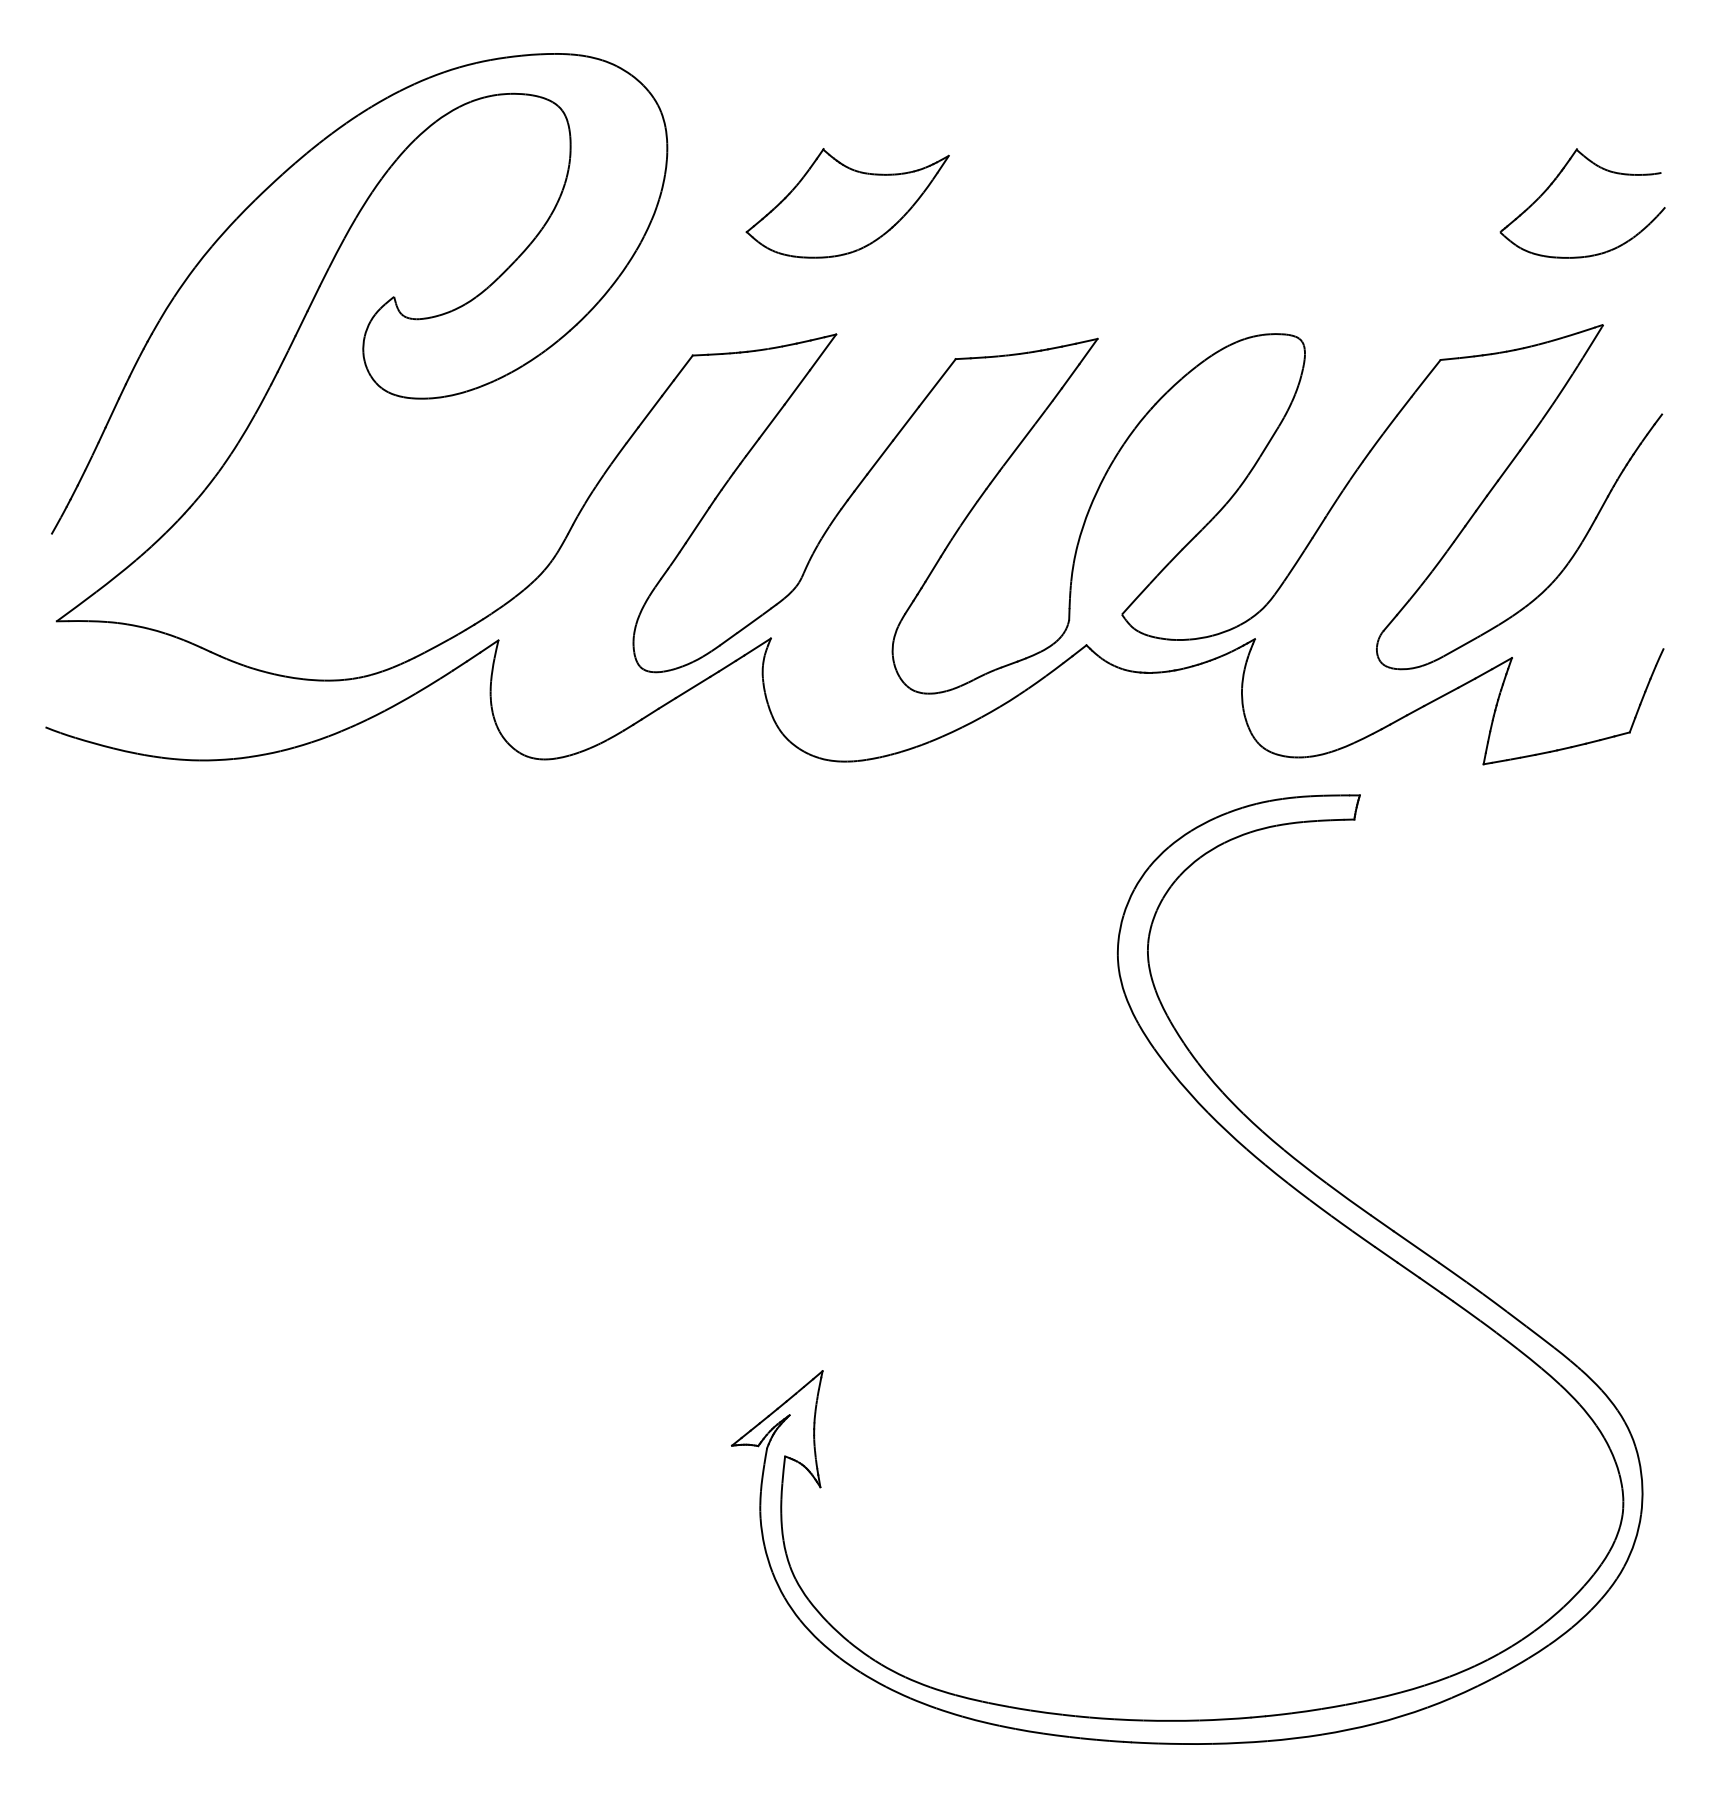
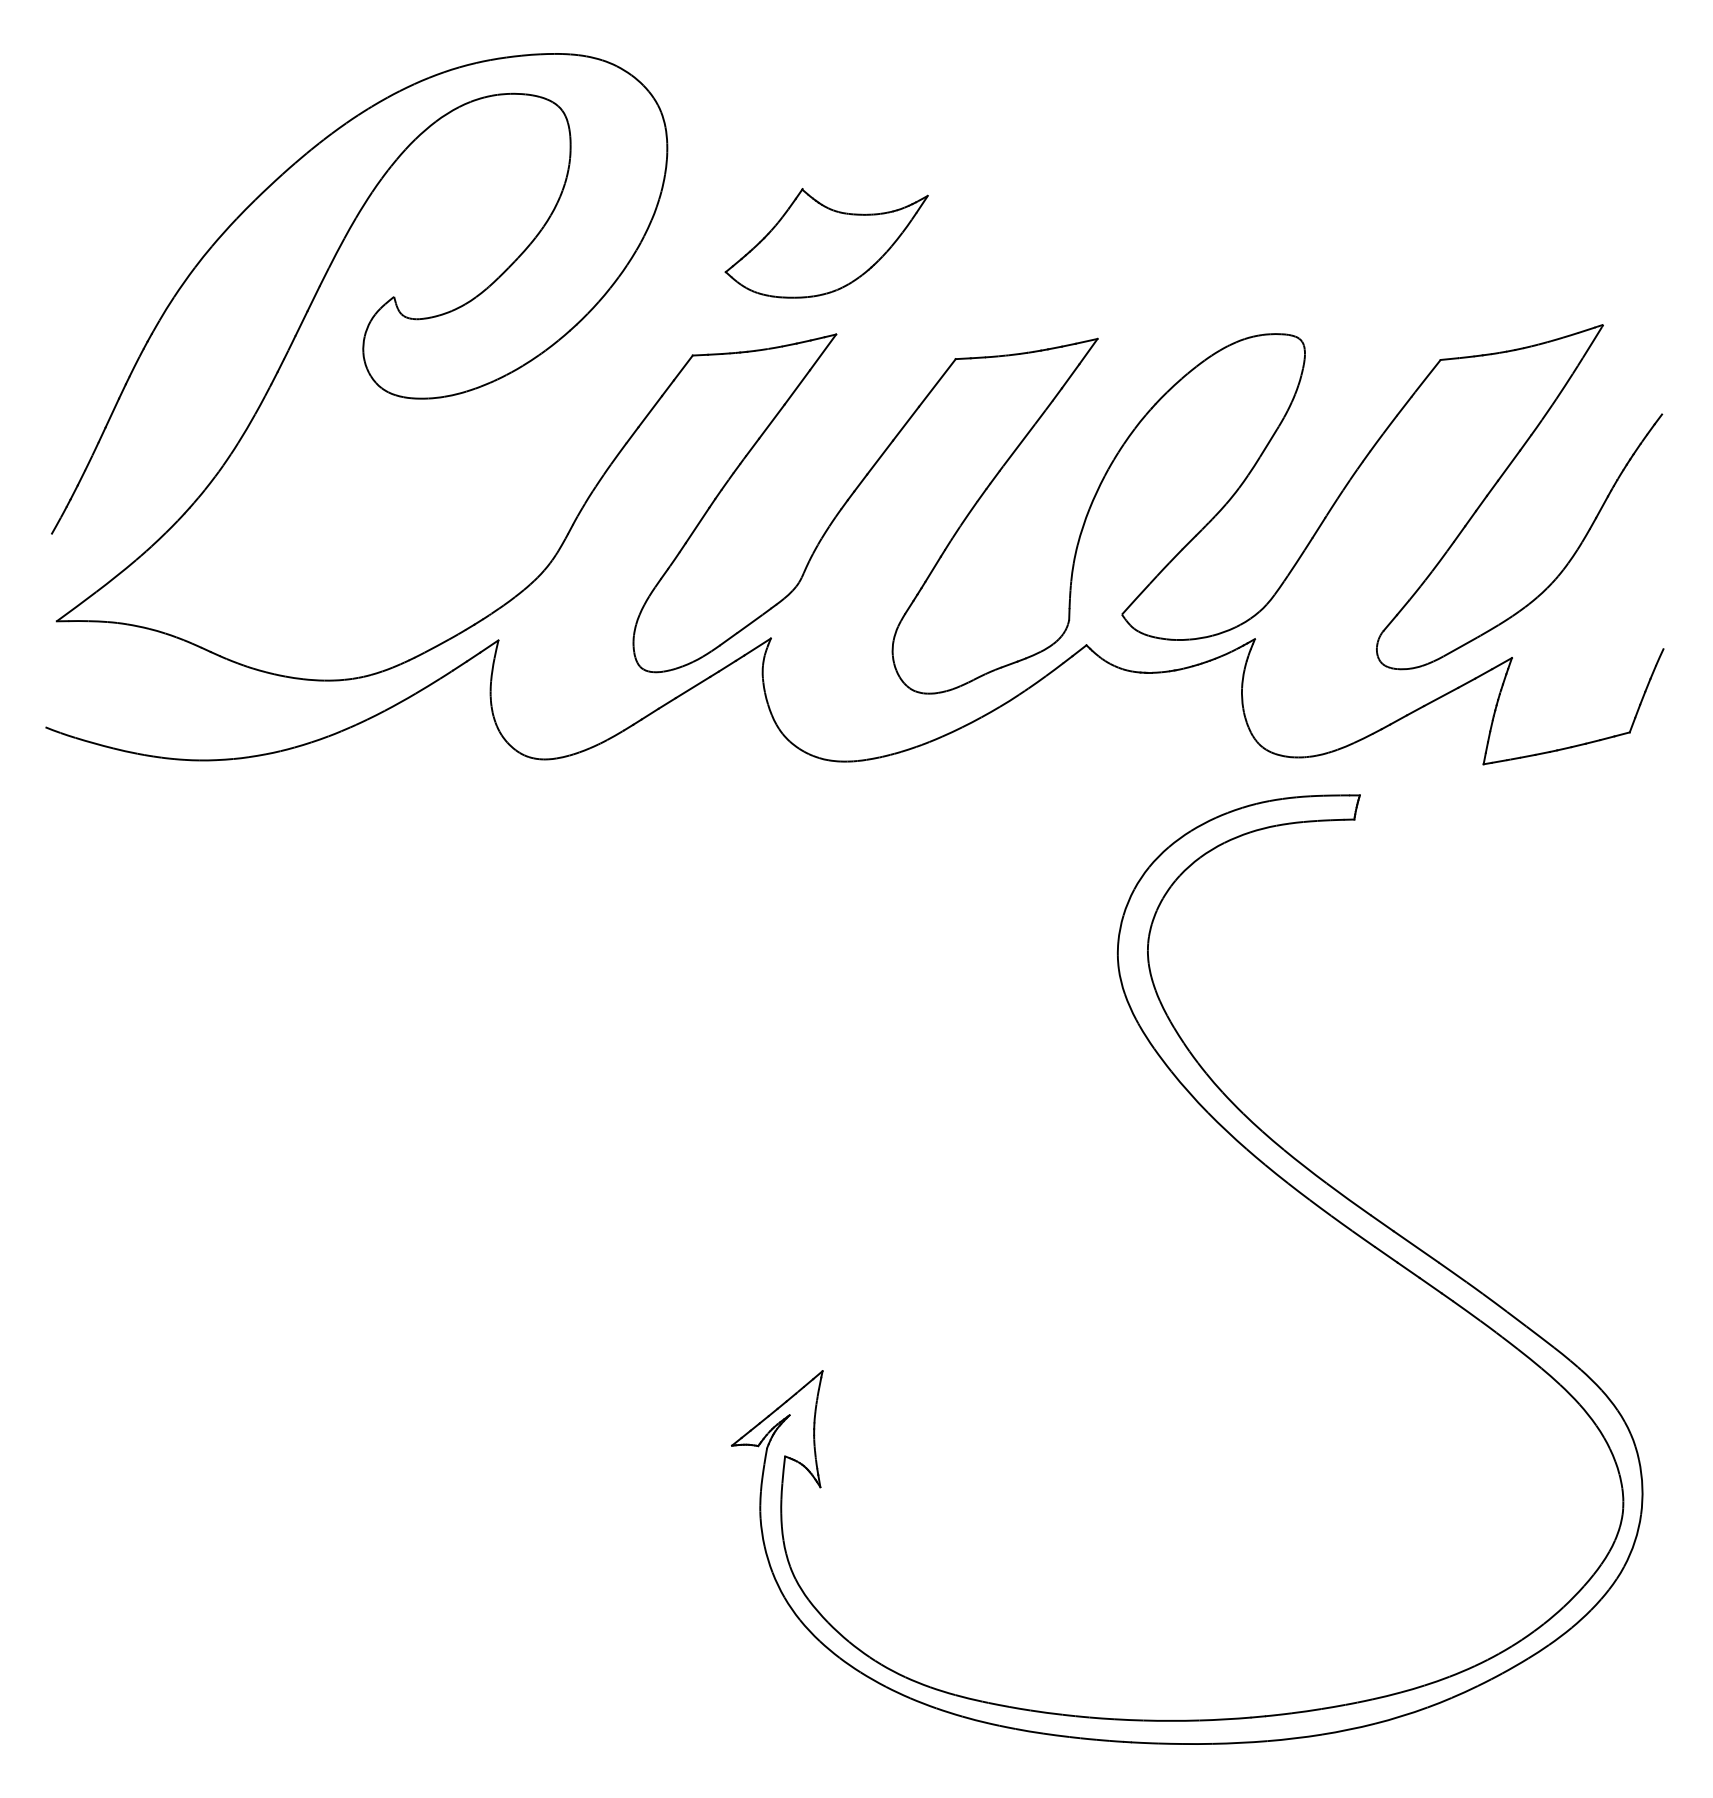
part at (1553, 183): present -> none
part at (847, 203) position: (847, 203) -> (826, 243)
